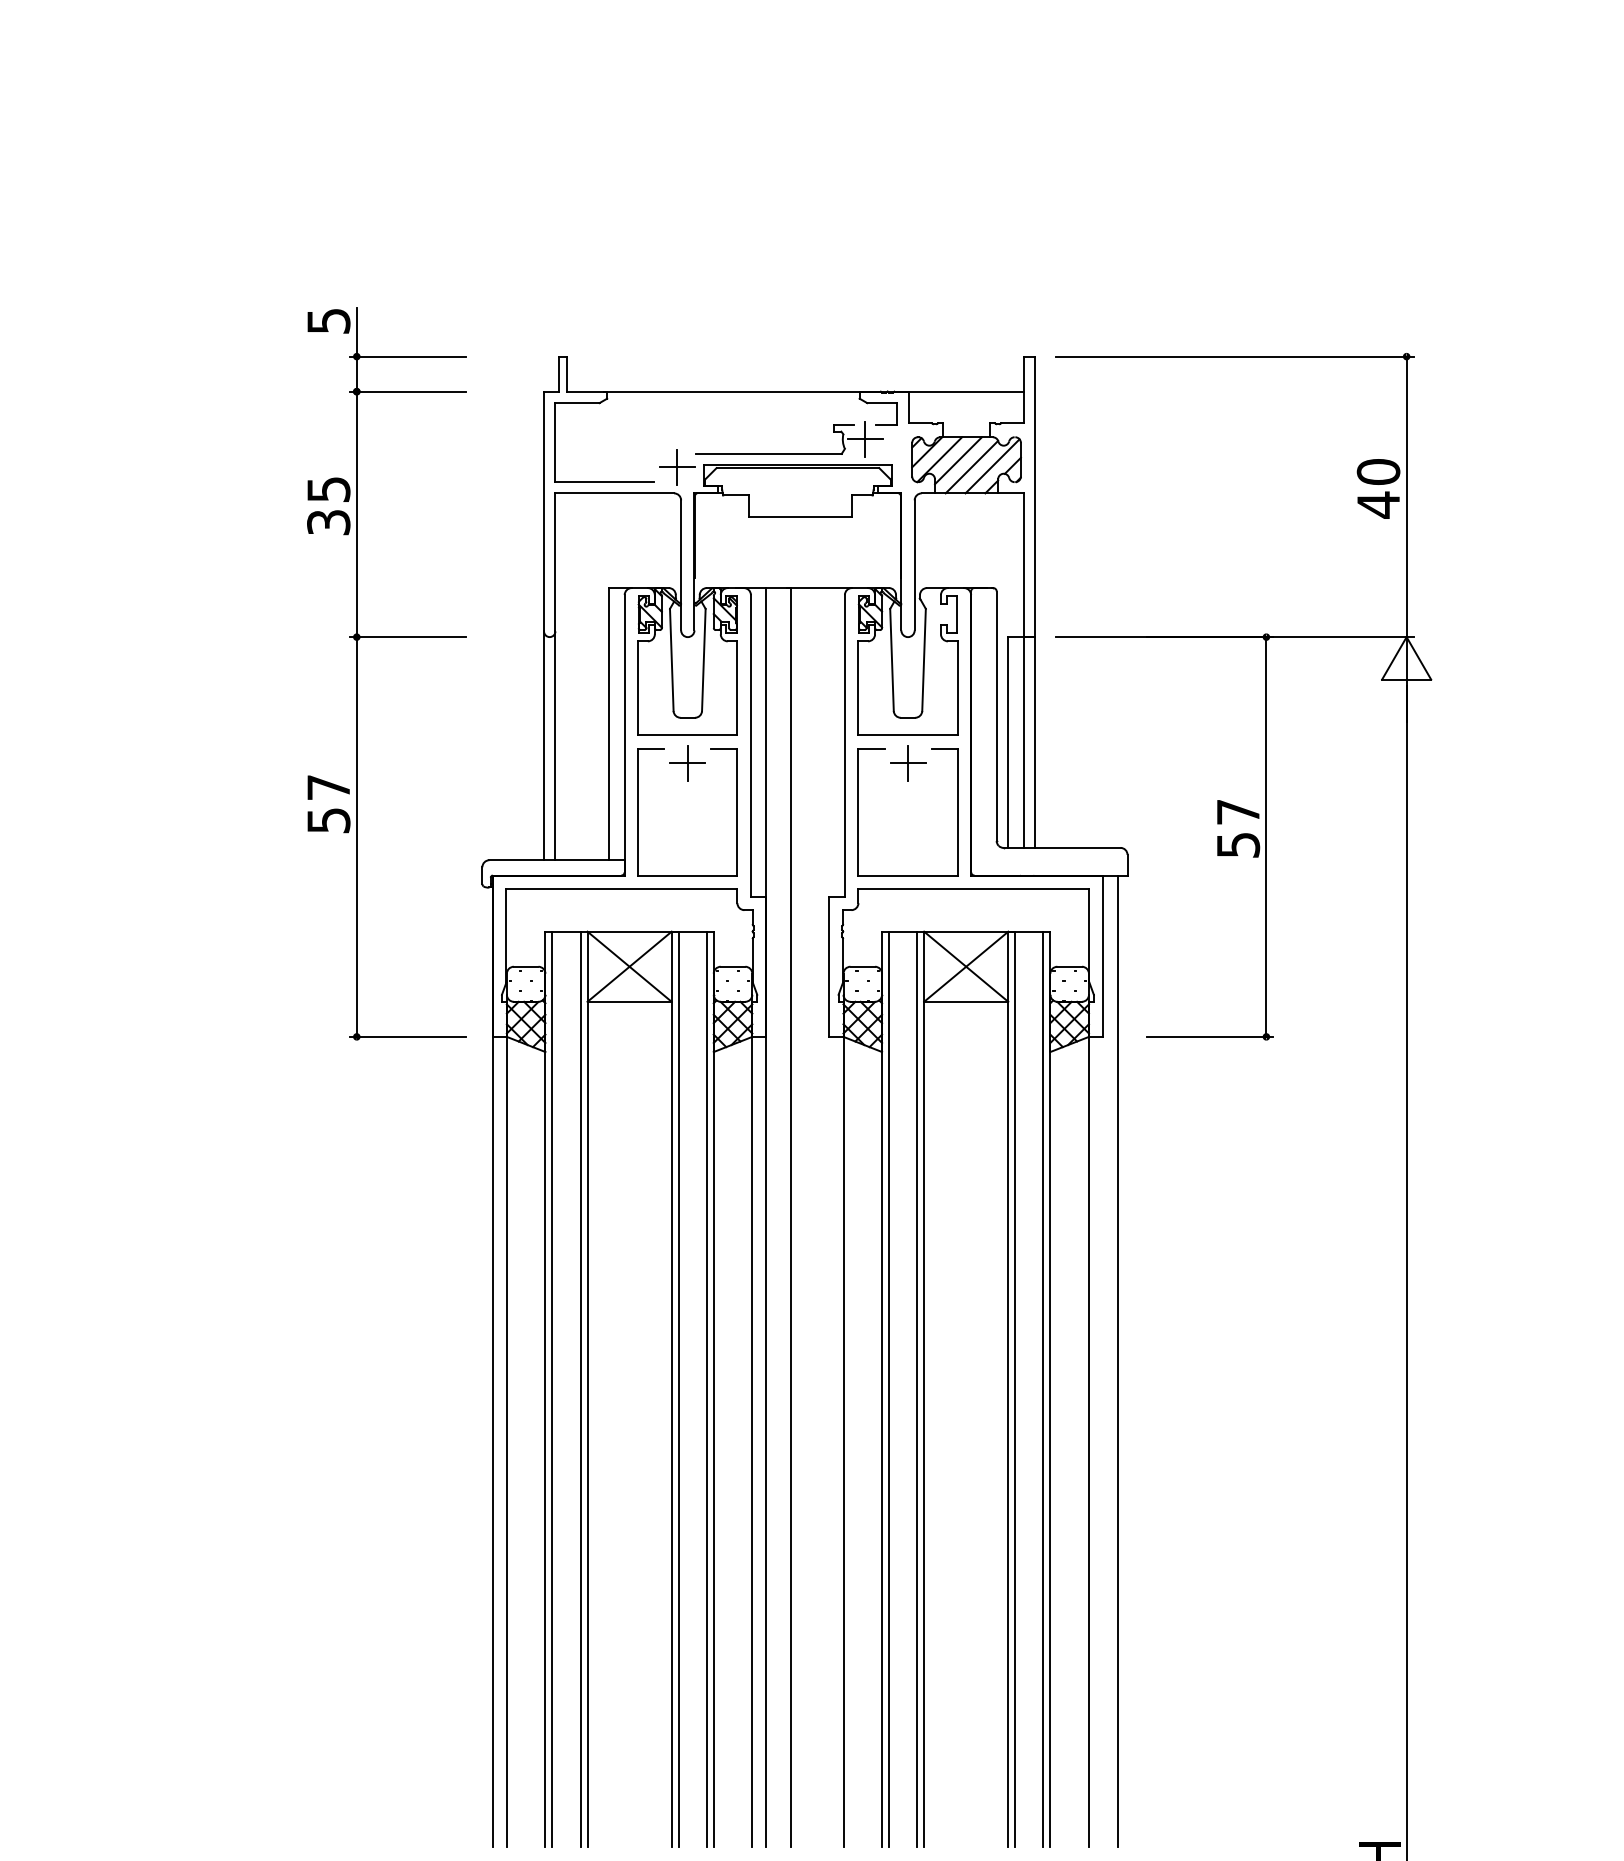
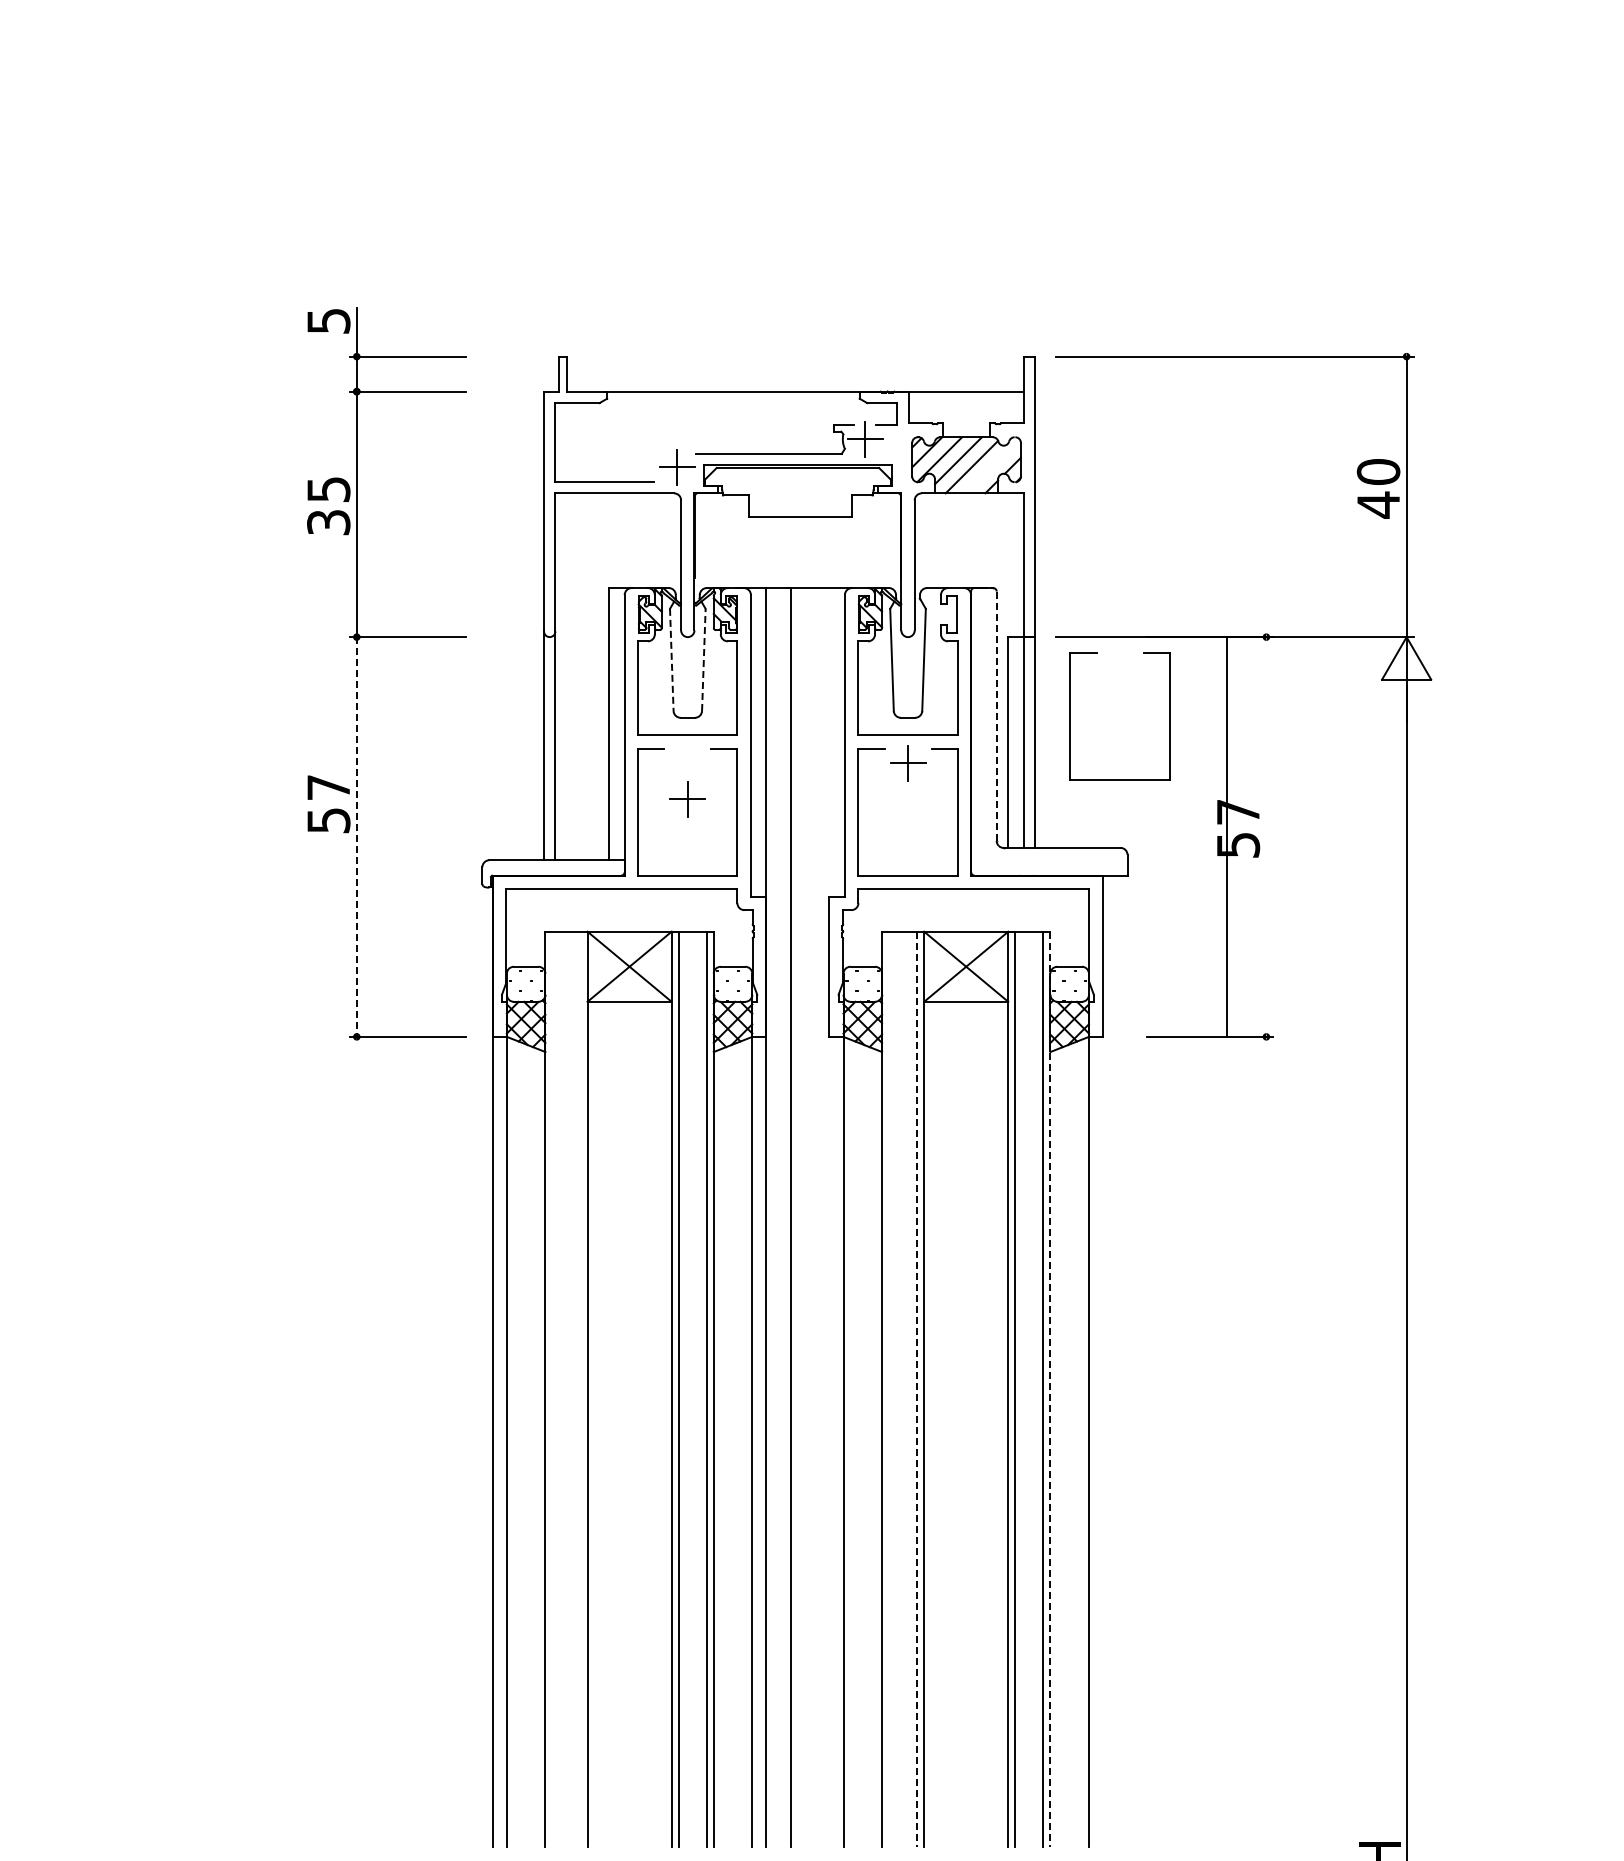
line at (992, 466): present -> none
line at (703, 659): solid -> dashed
line at (671, 660): solid -> dashed
line at (996, 716): solid -> dashed
part at (1070, 716): none -> present
part at (687, 763) position: (687, 763) -> (687, 799)
line at (1266, 836) position: (1266, 836) -> (1227, 836)
line at (356, 837): solid -> dashed
line at (1118, 1360): present -> none
line at (552, 1388): present -> none
line at (580, 1388): present -> none
line at (889, 1388): present -> none
line at (917, 1389): solid -> dashed
line at (1050, 1389): solid -> dashed
